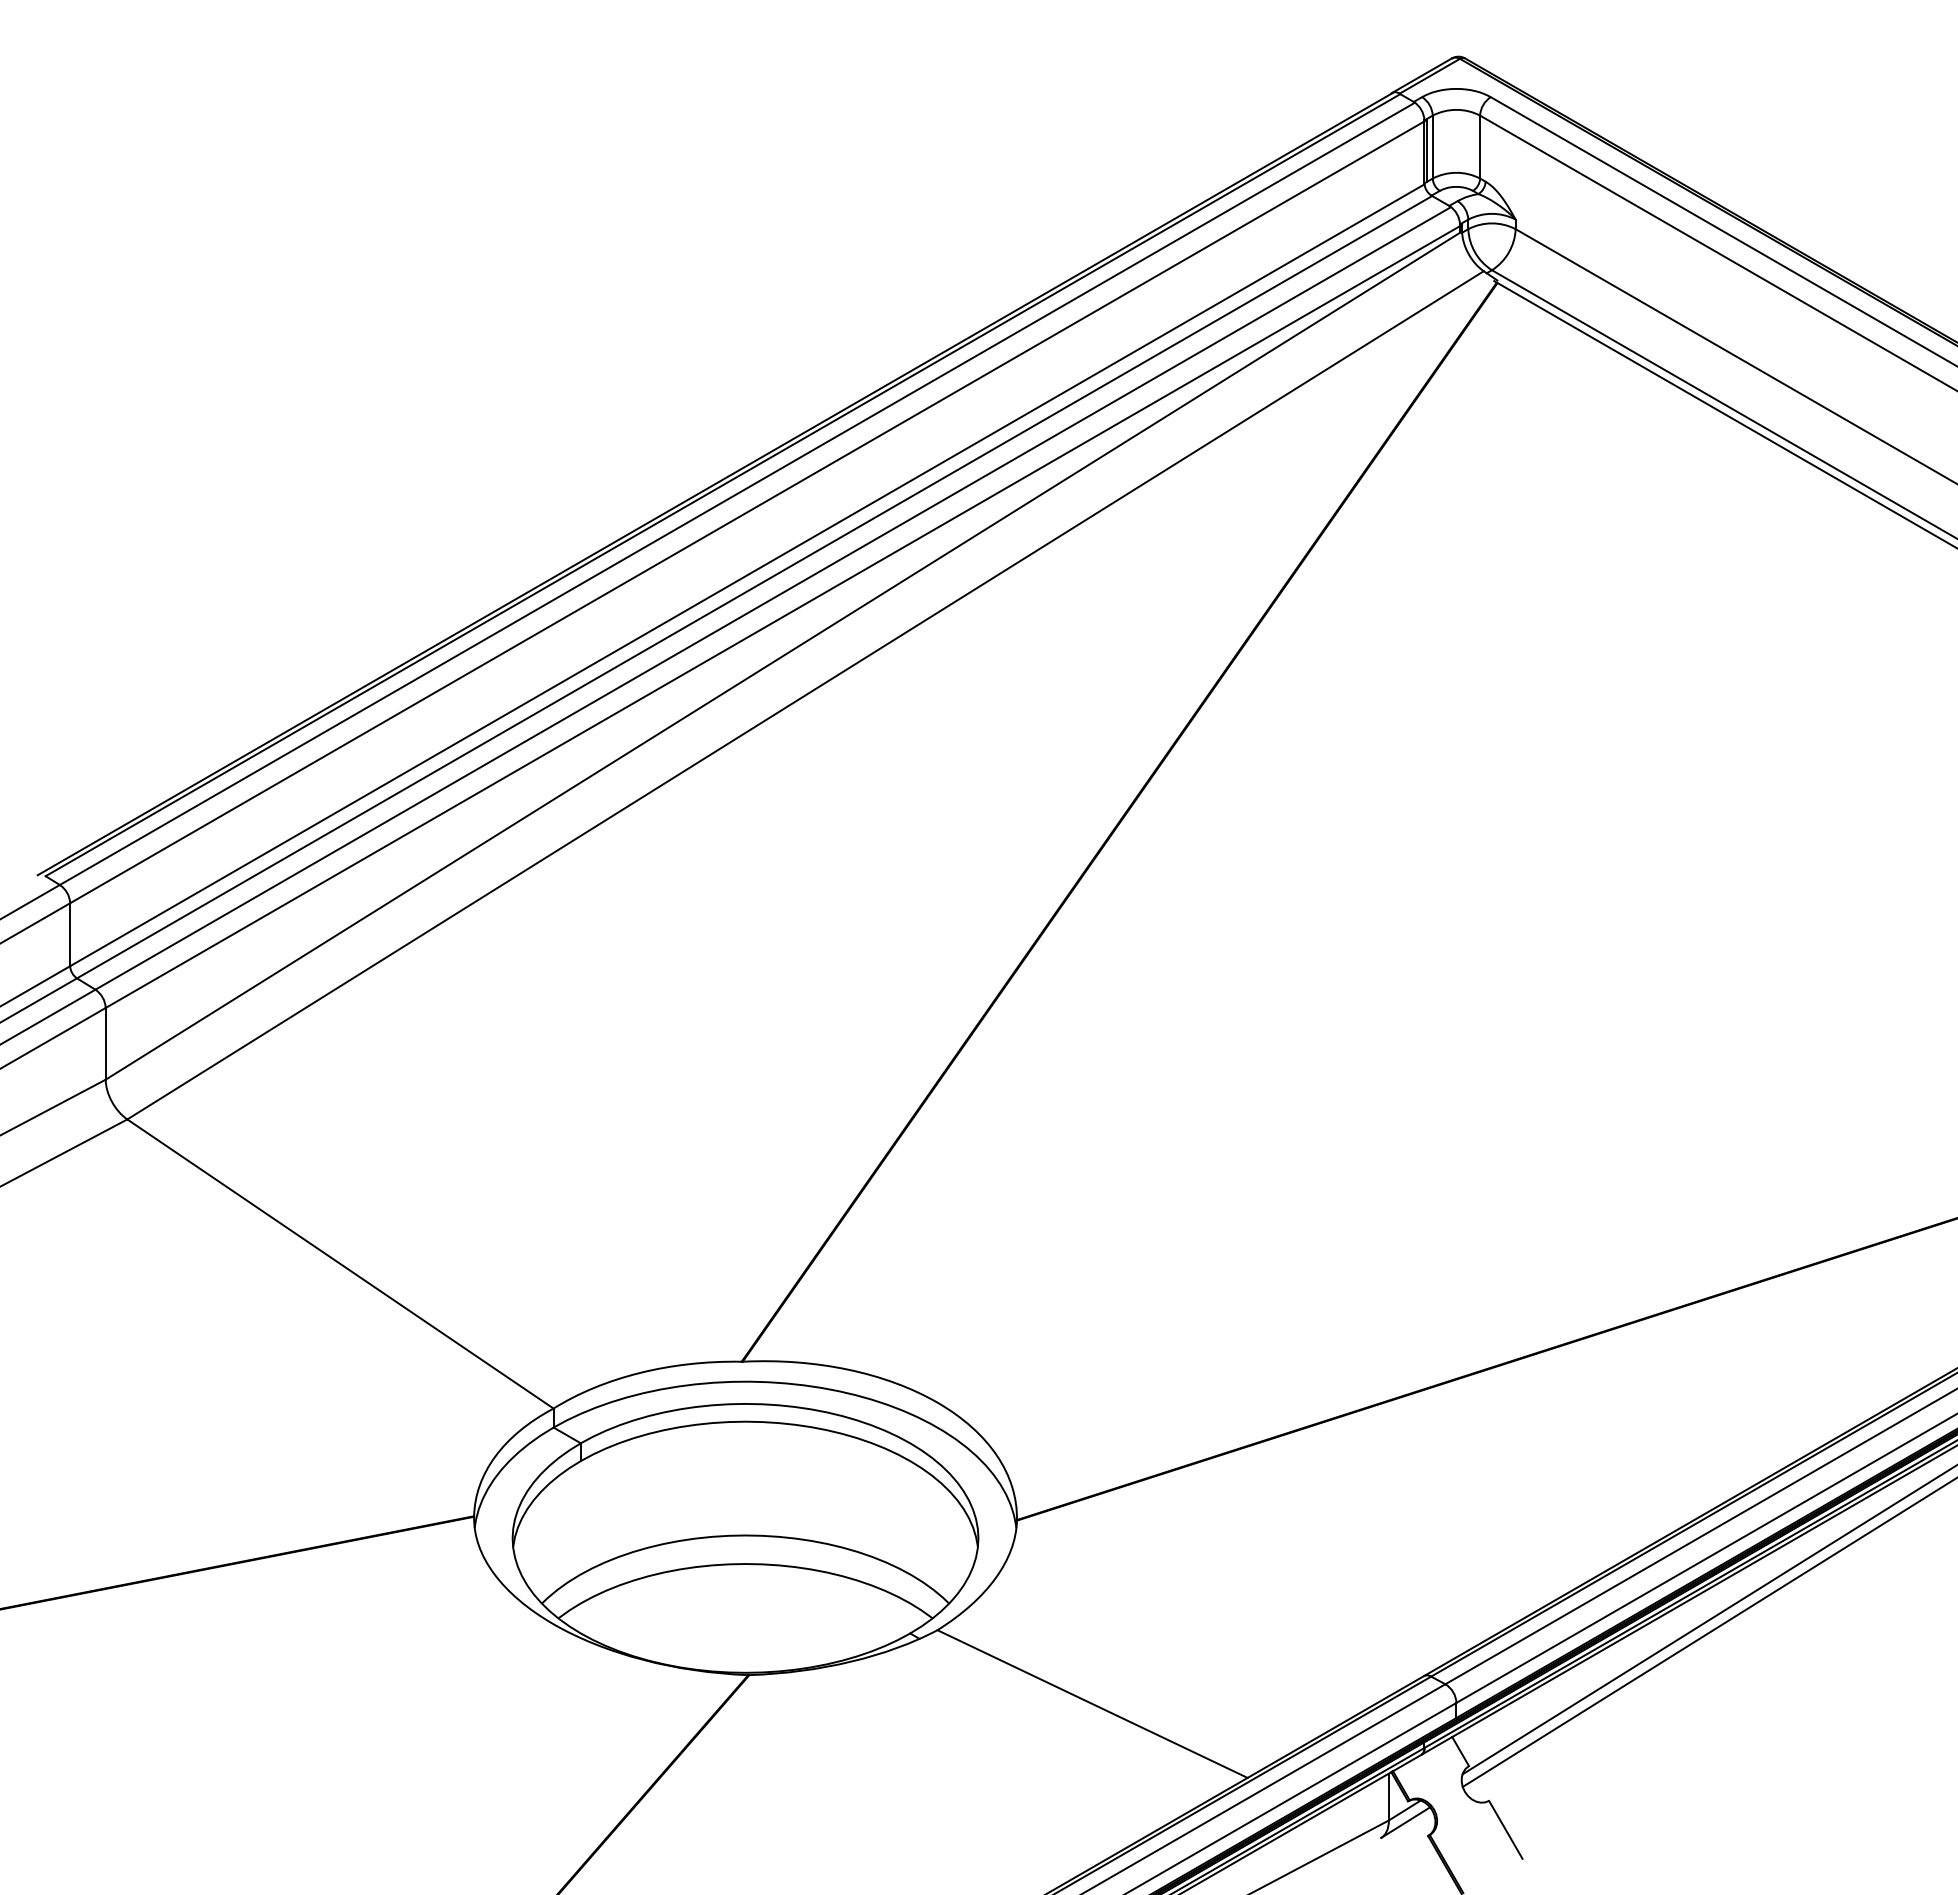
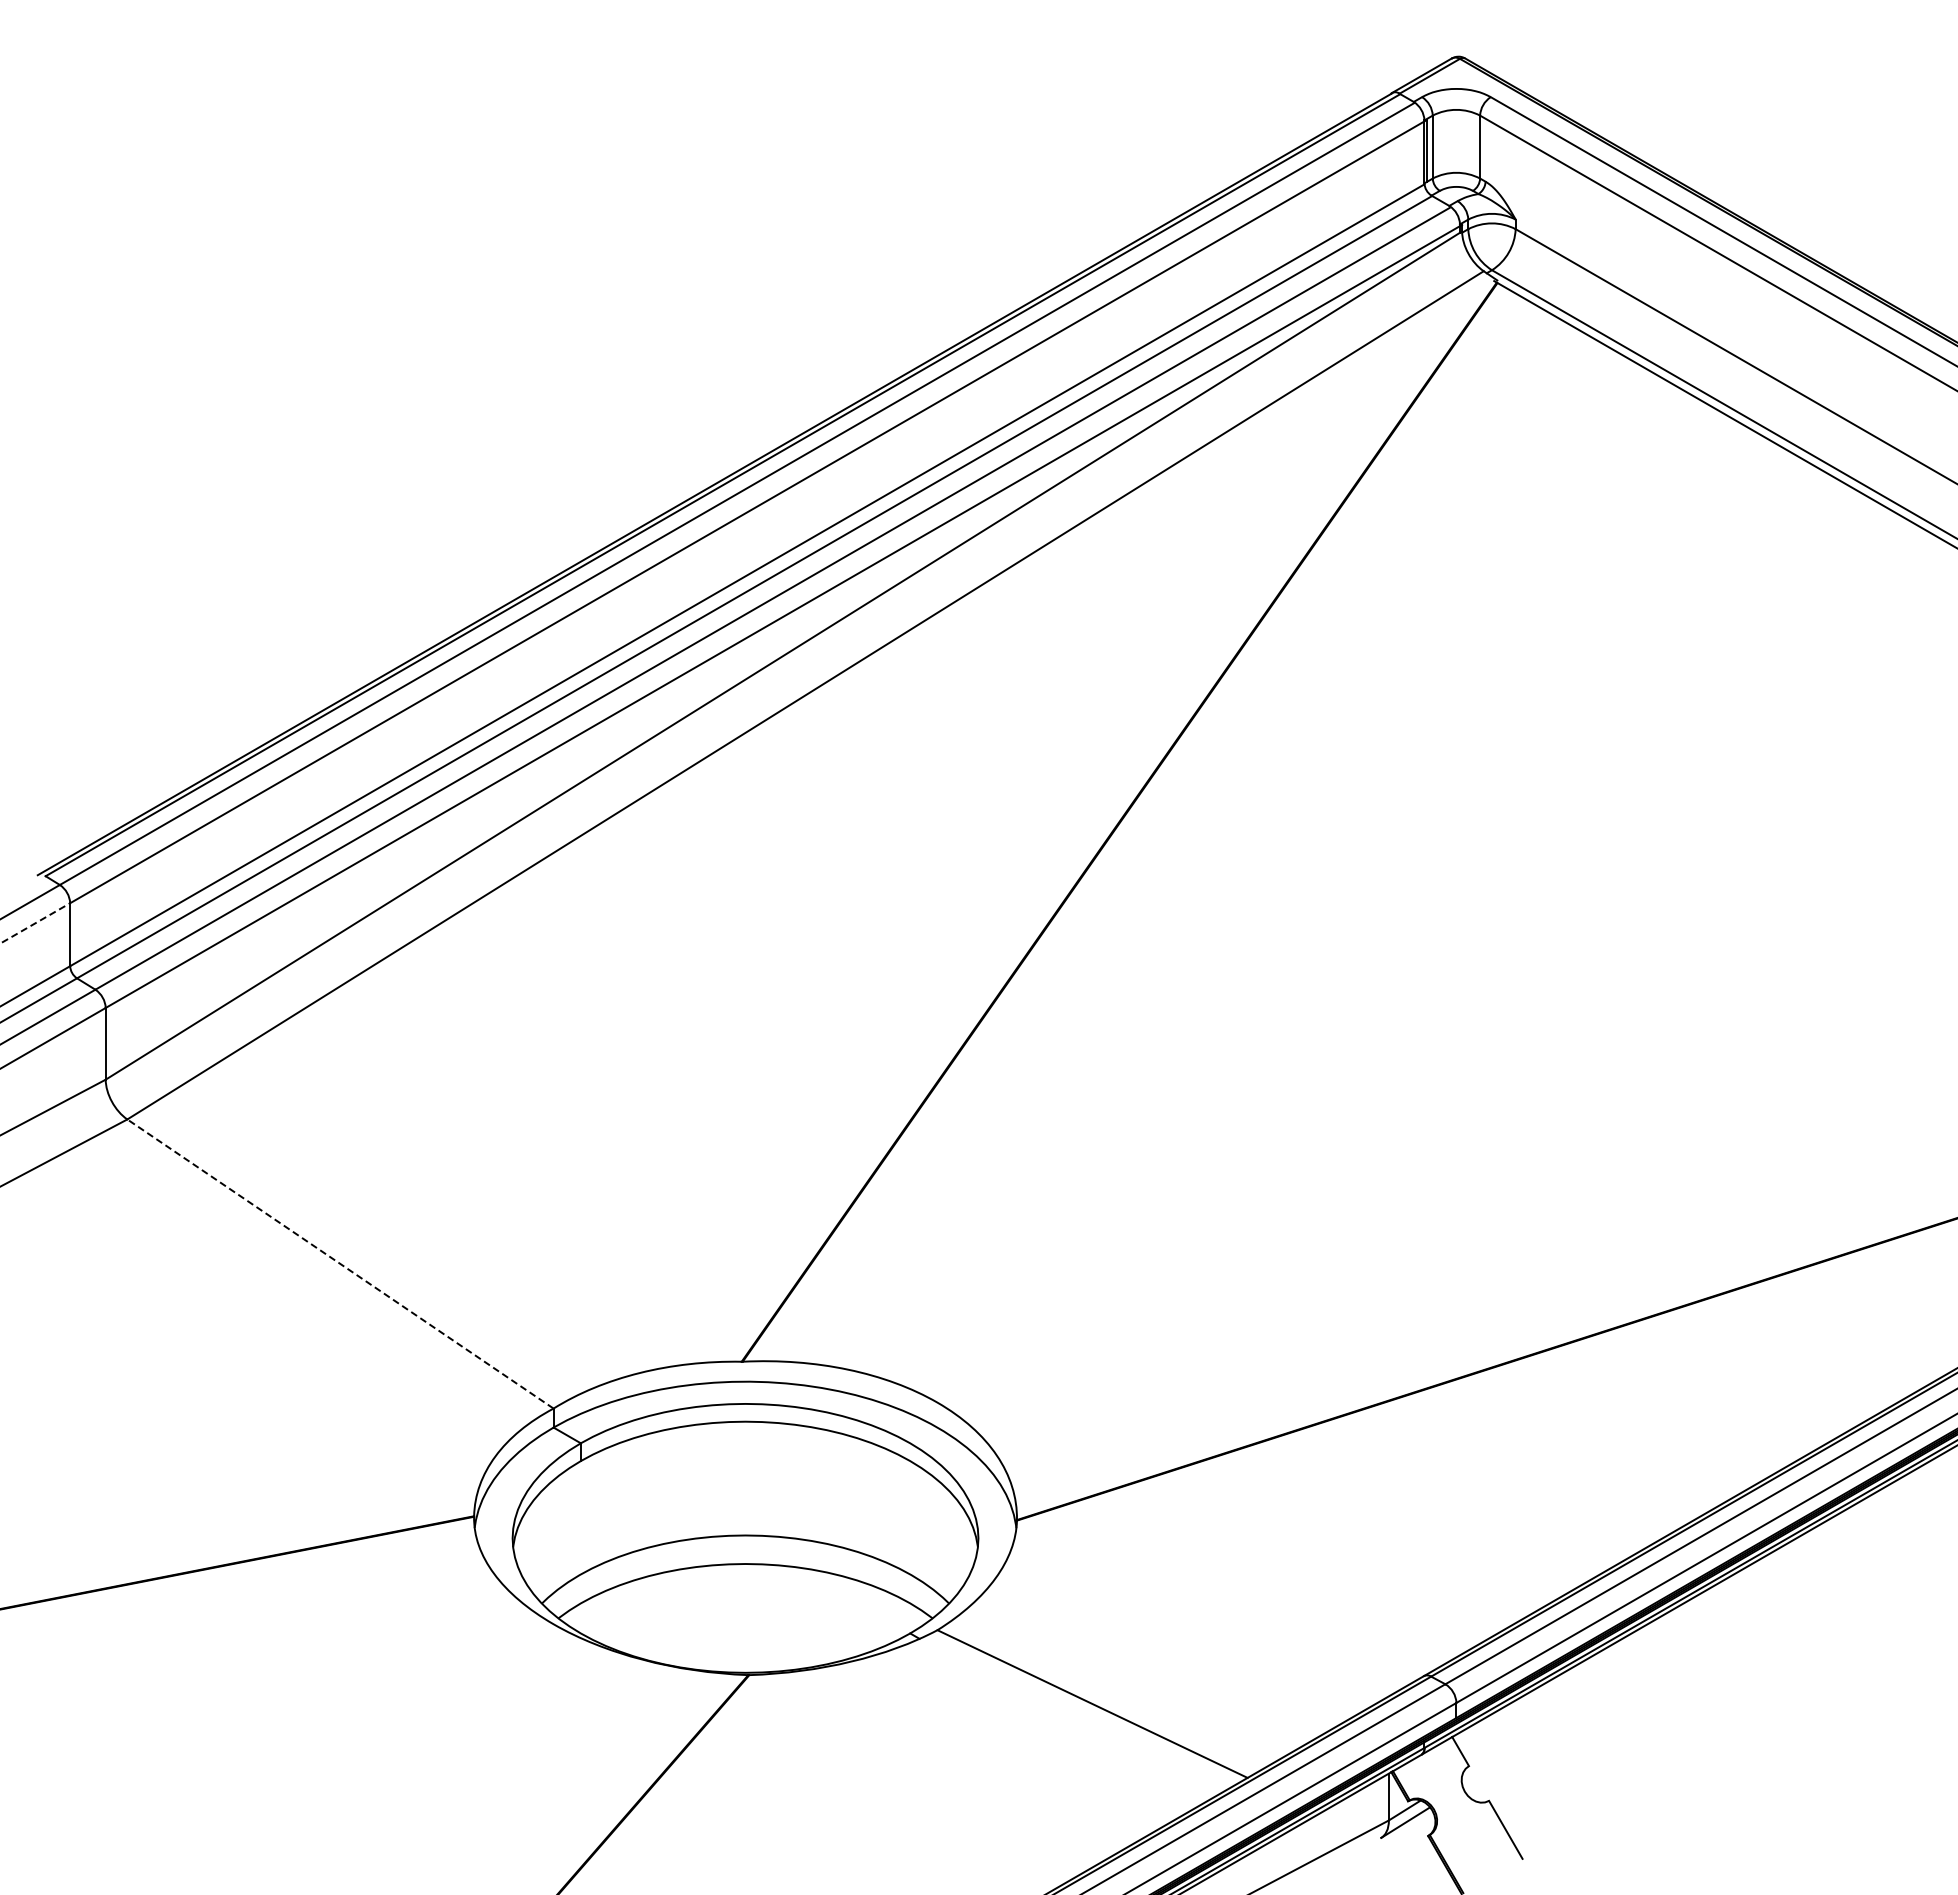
line at (35, 923): solid -> dashed
line at (340, 1264): solid -> dashed
line at (1708, 1620): present -> none
line at (1708, 1632): present -> none
